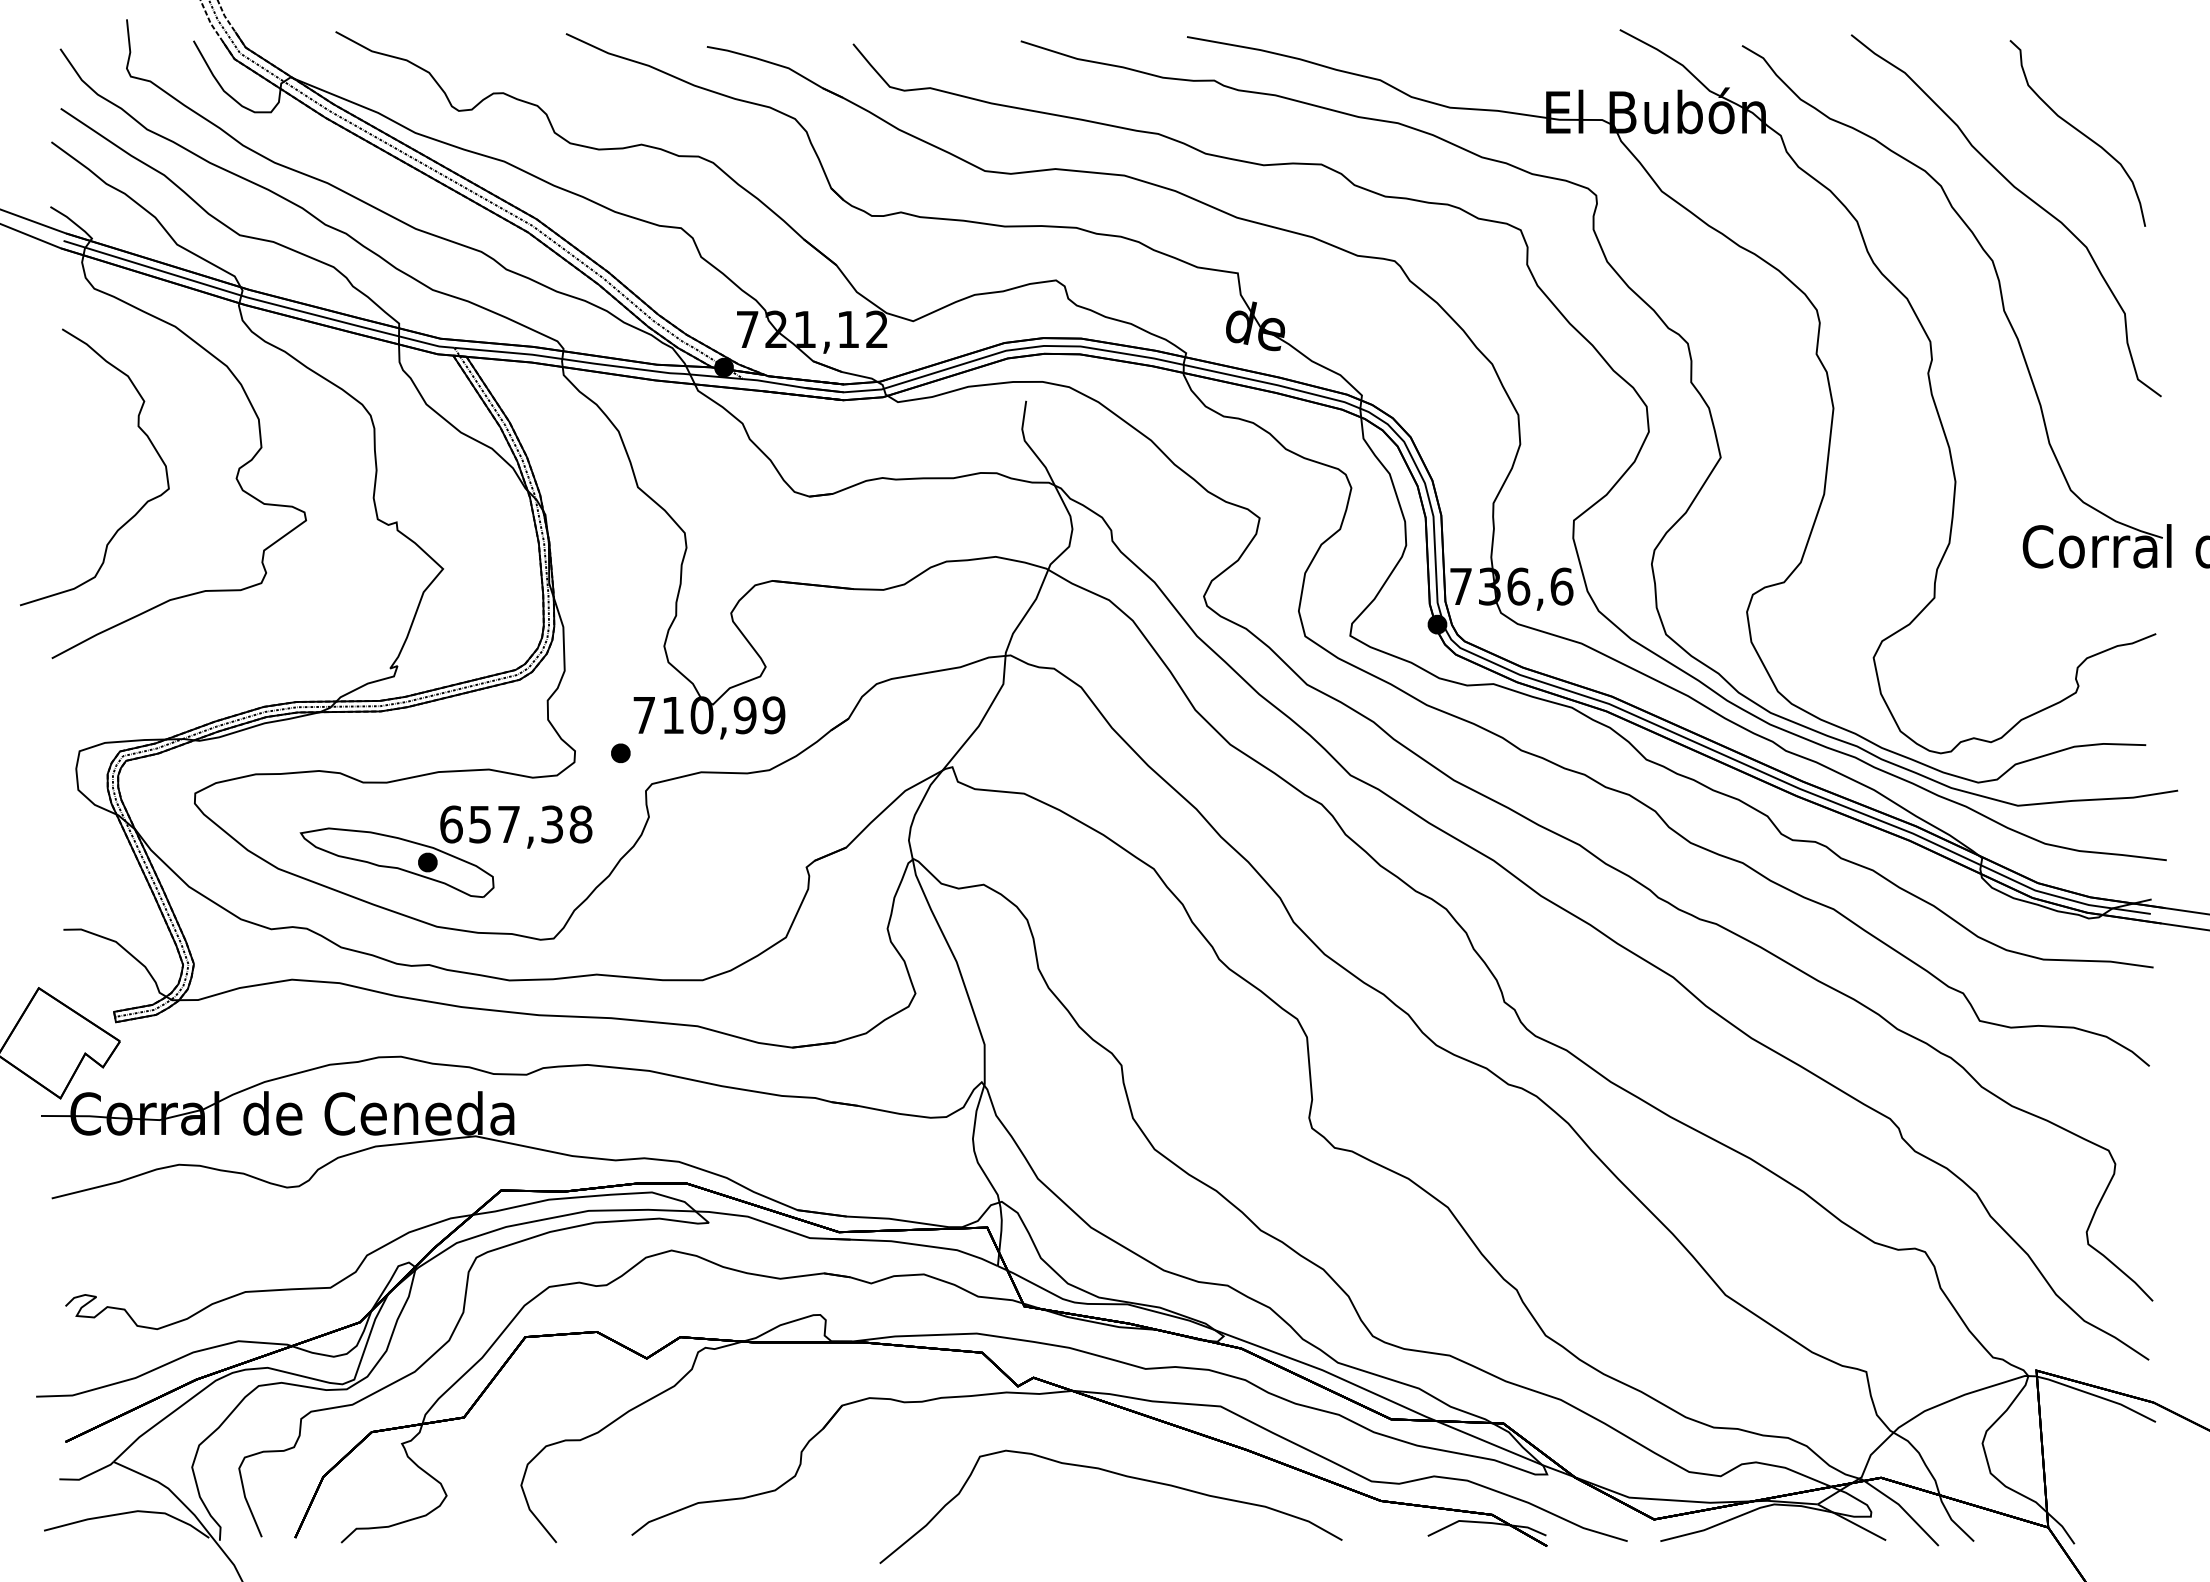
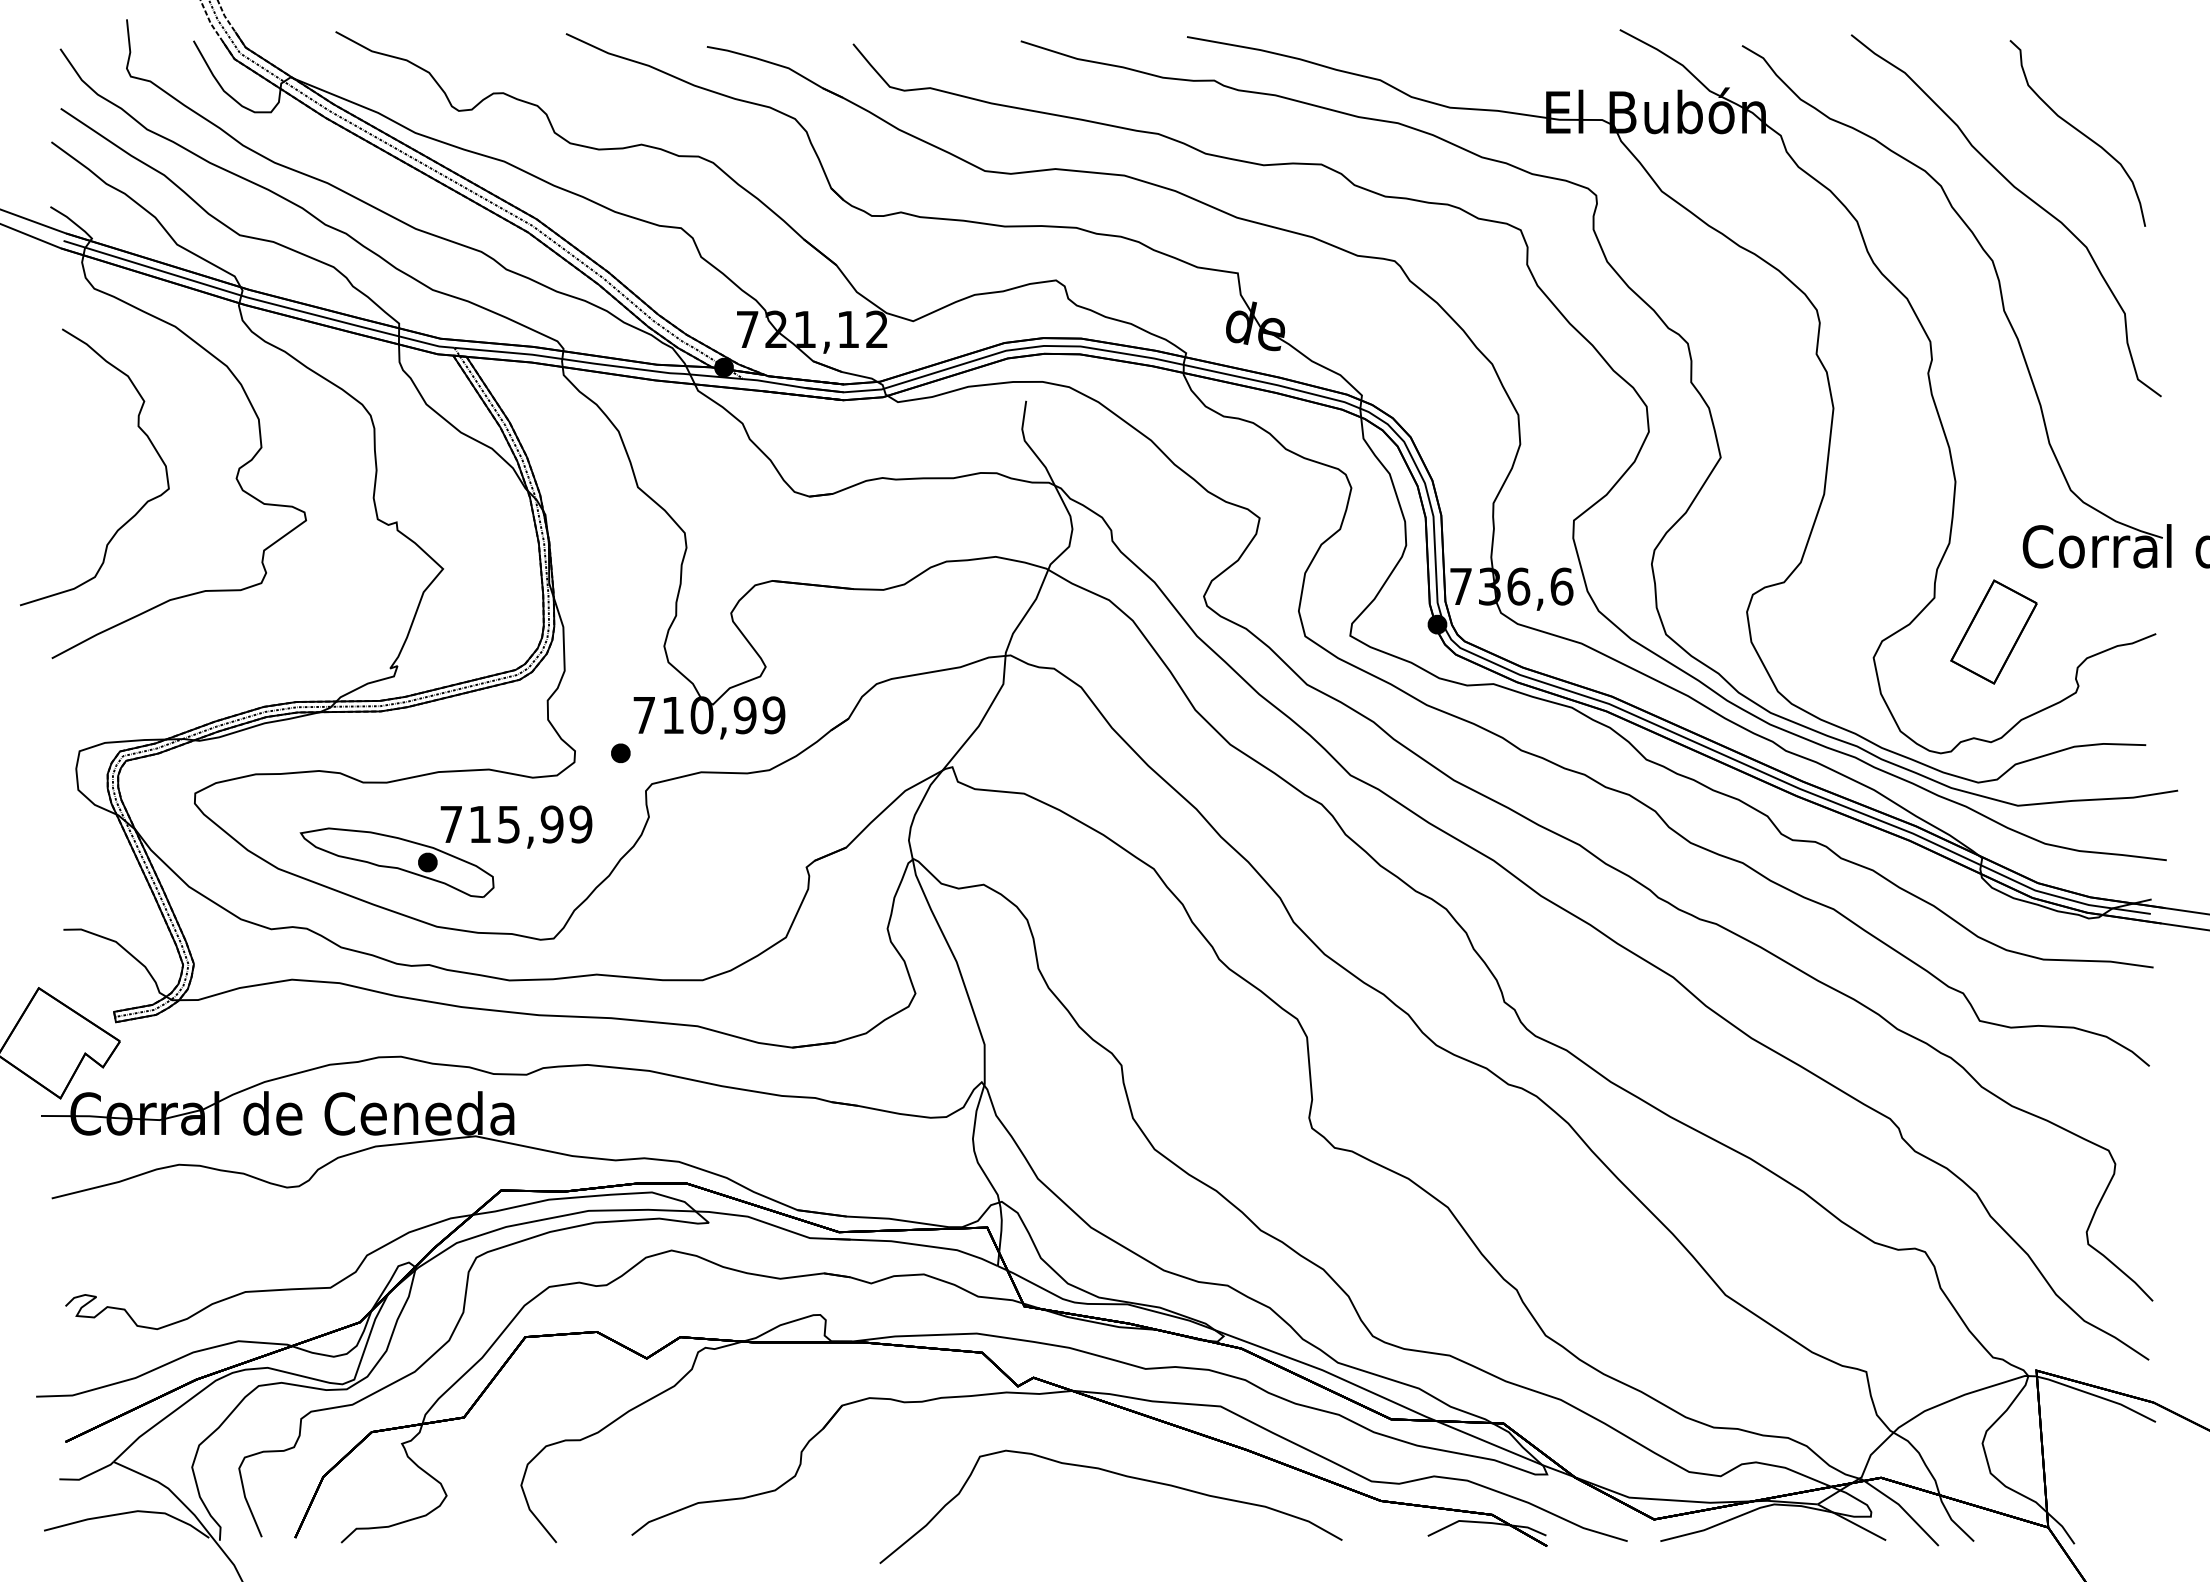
part at (1993, 631): none -> present
text at (516, 824): 657,38 -> 715,99
